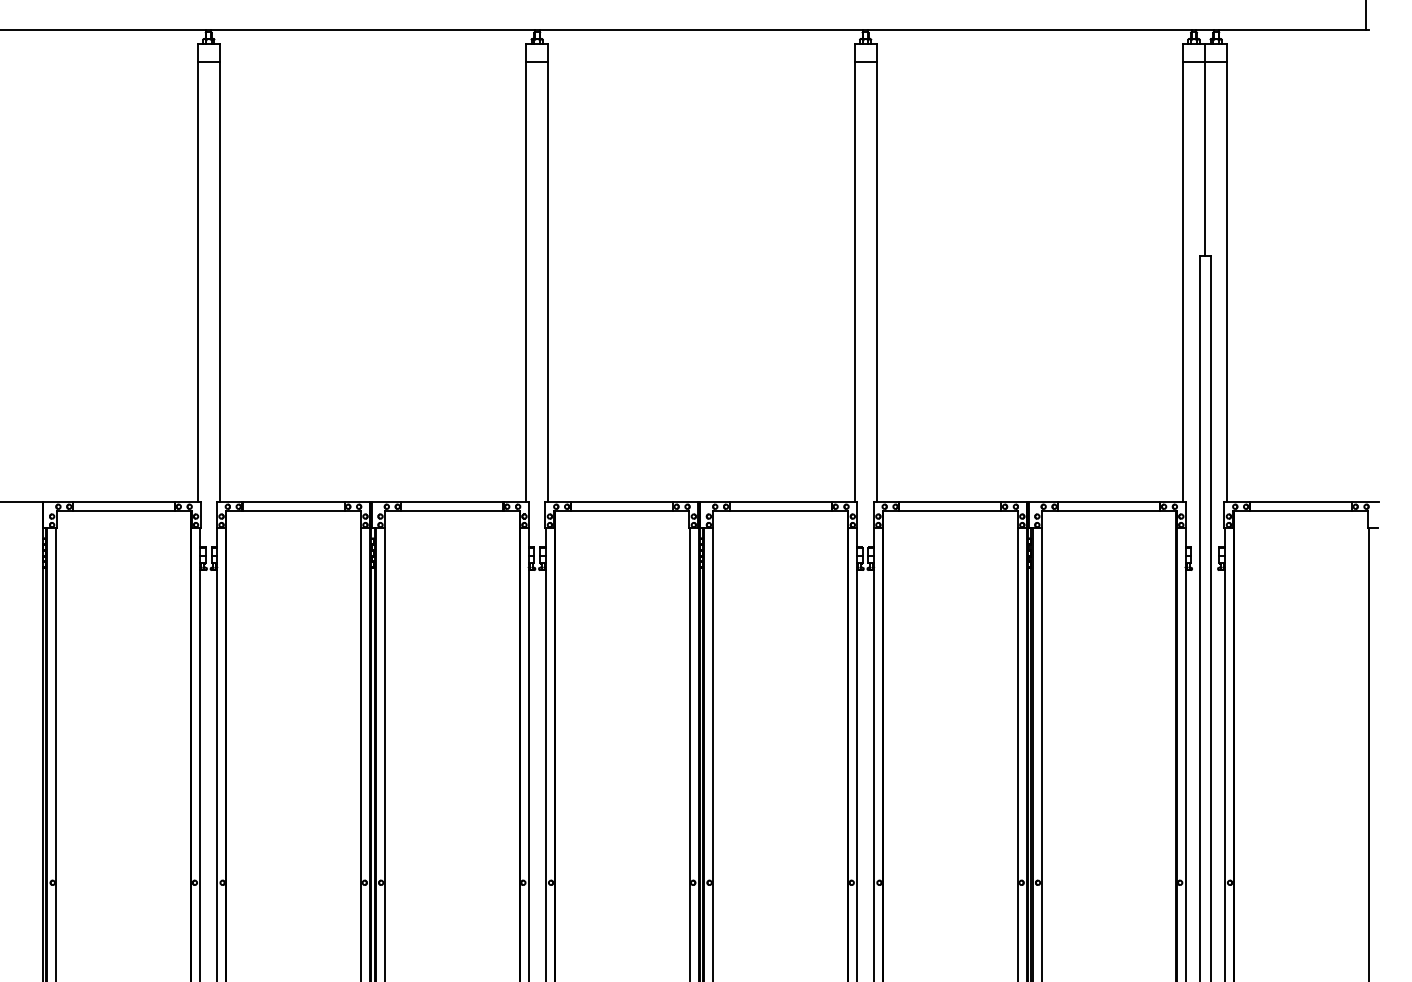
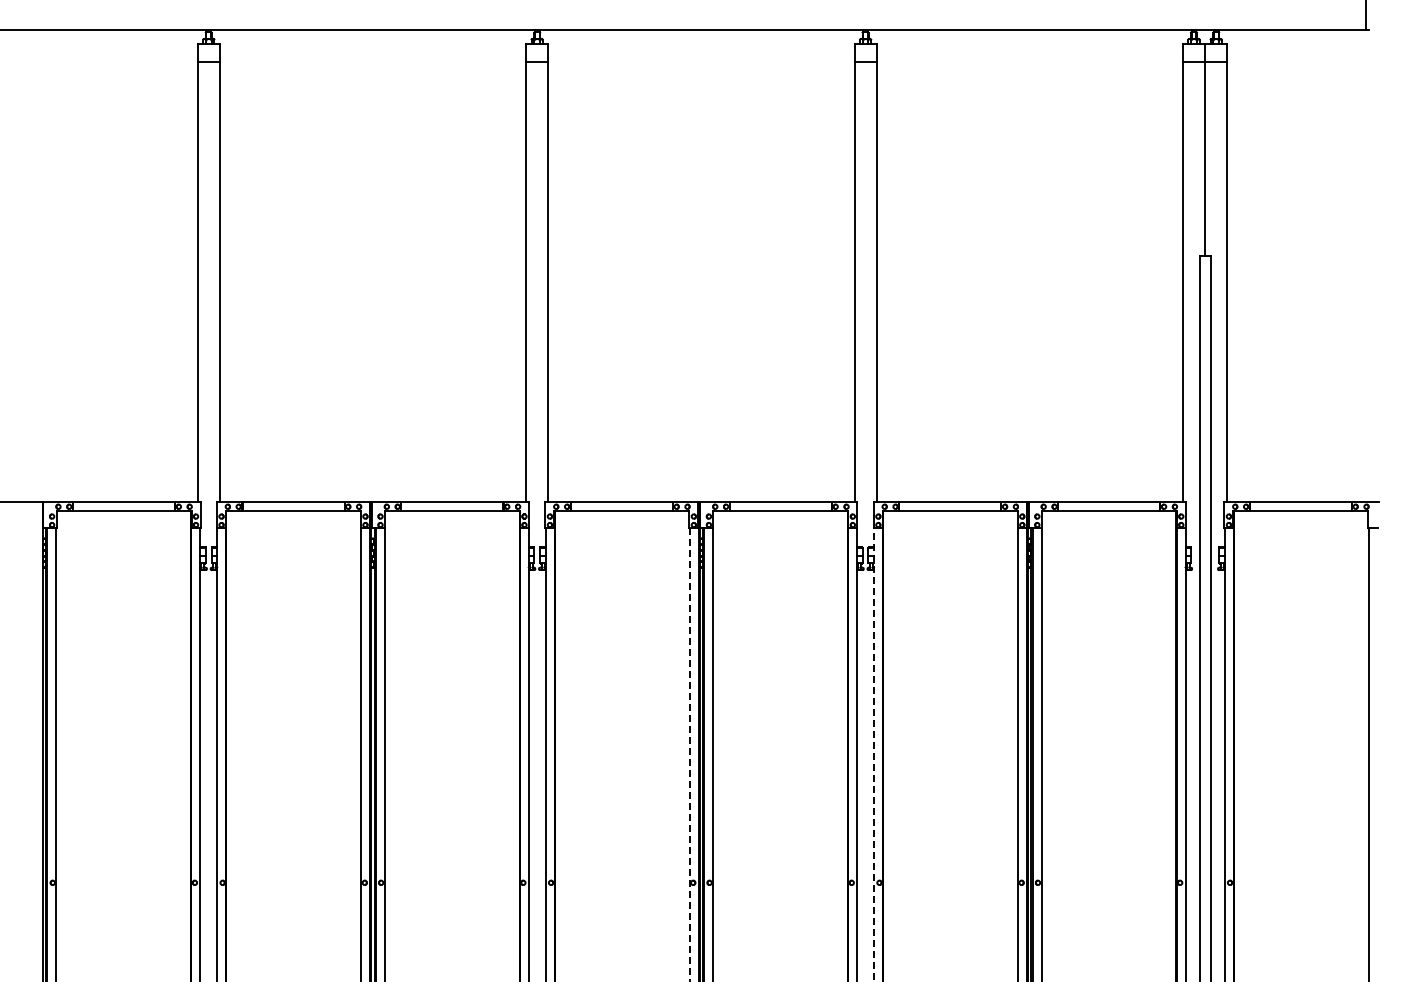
line at (689, 754): solid -> dashed
line at (874, 754): solid -> dashed
